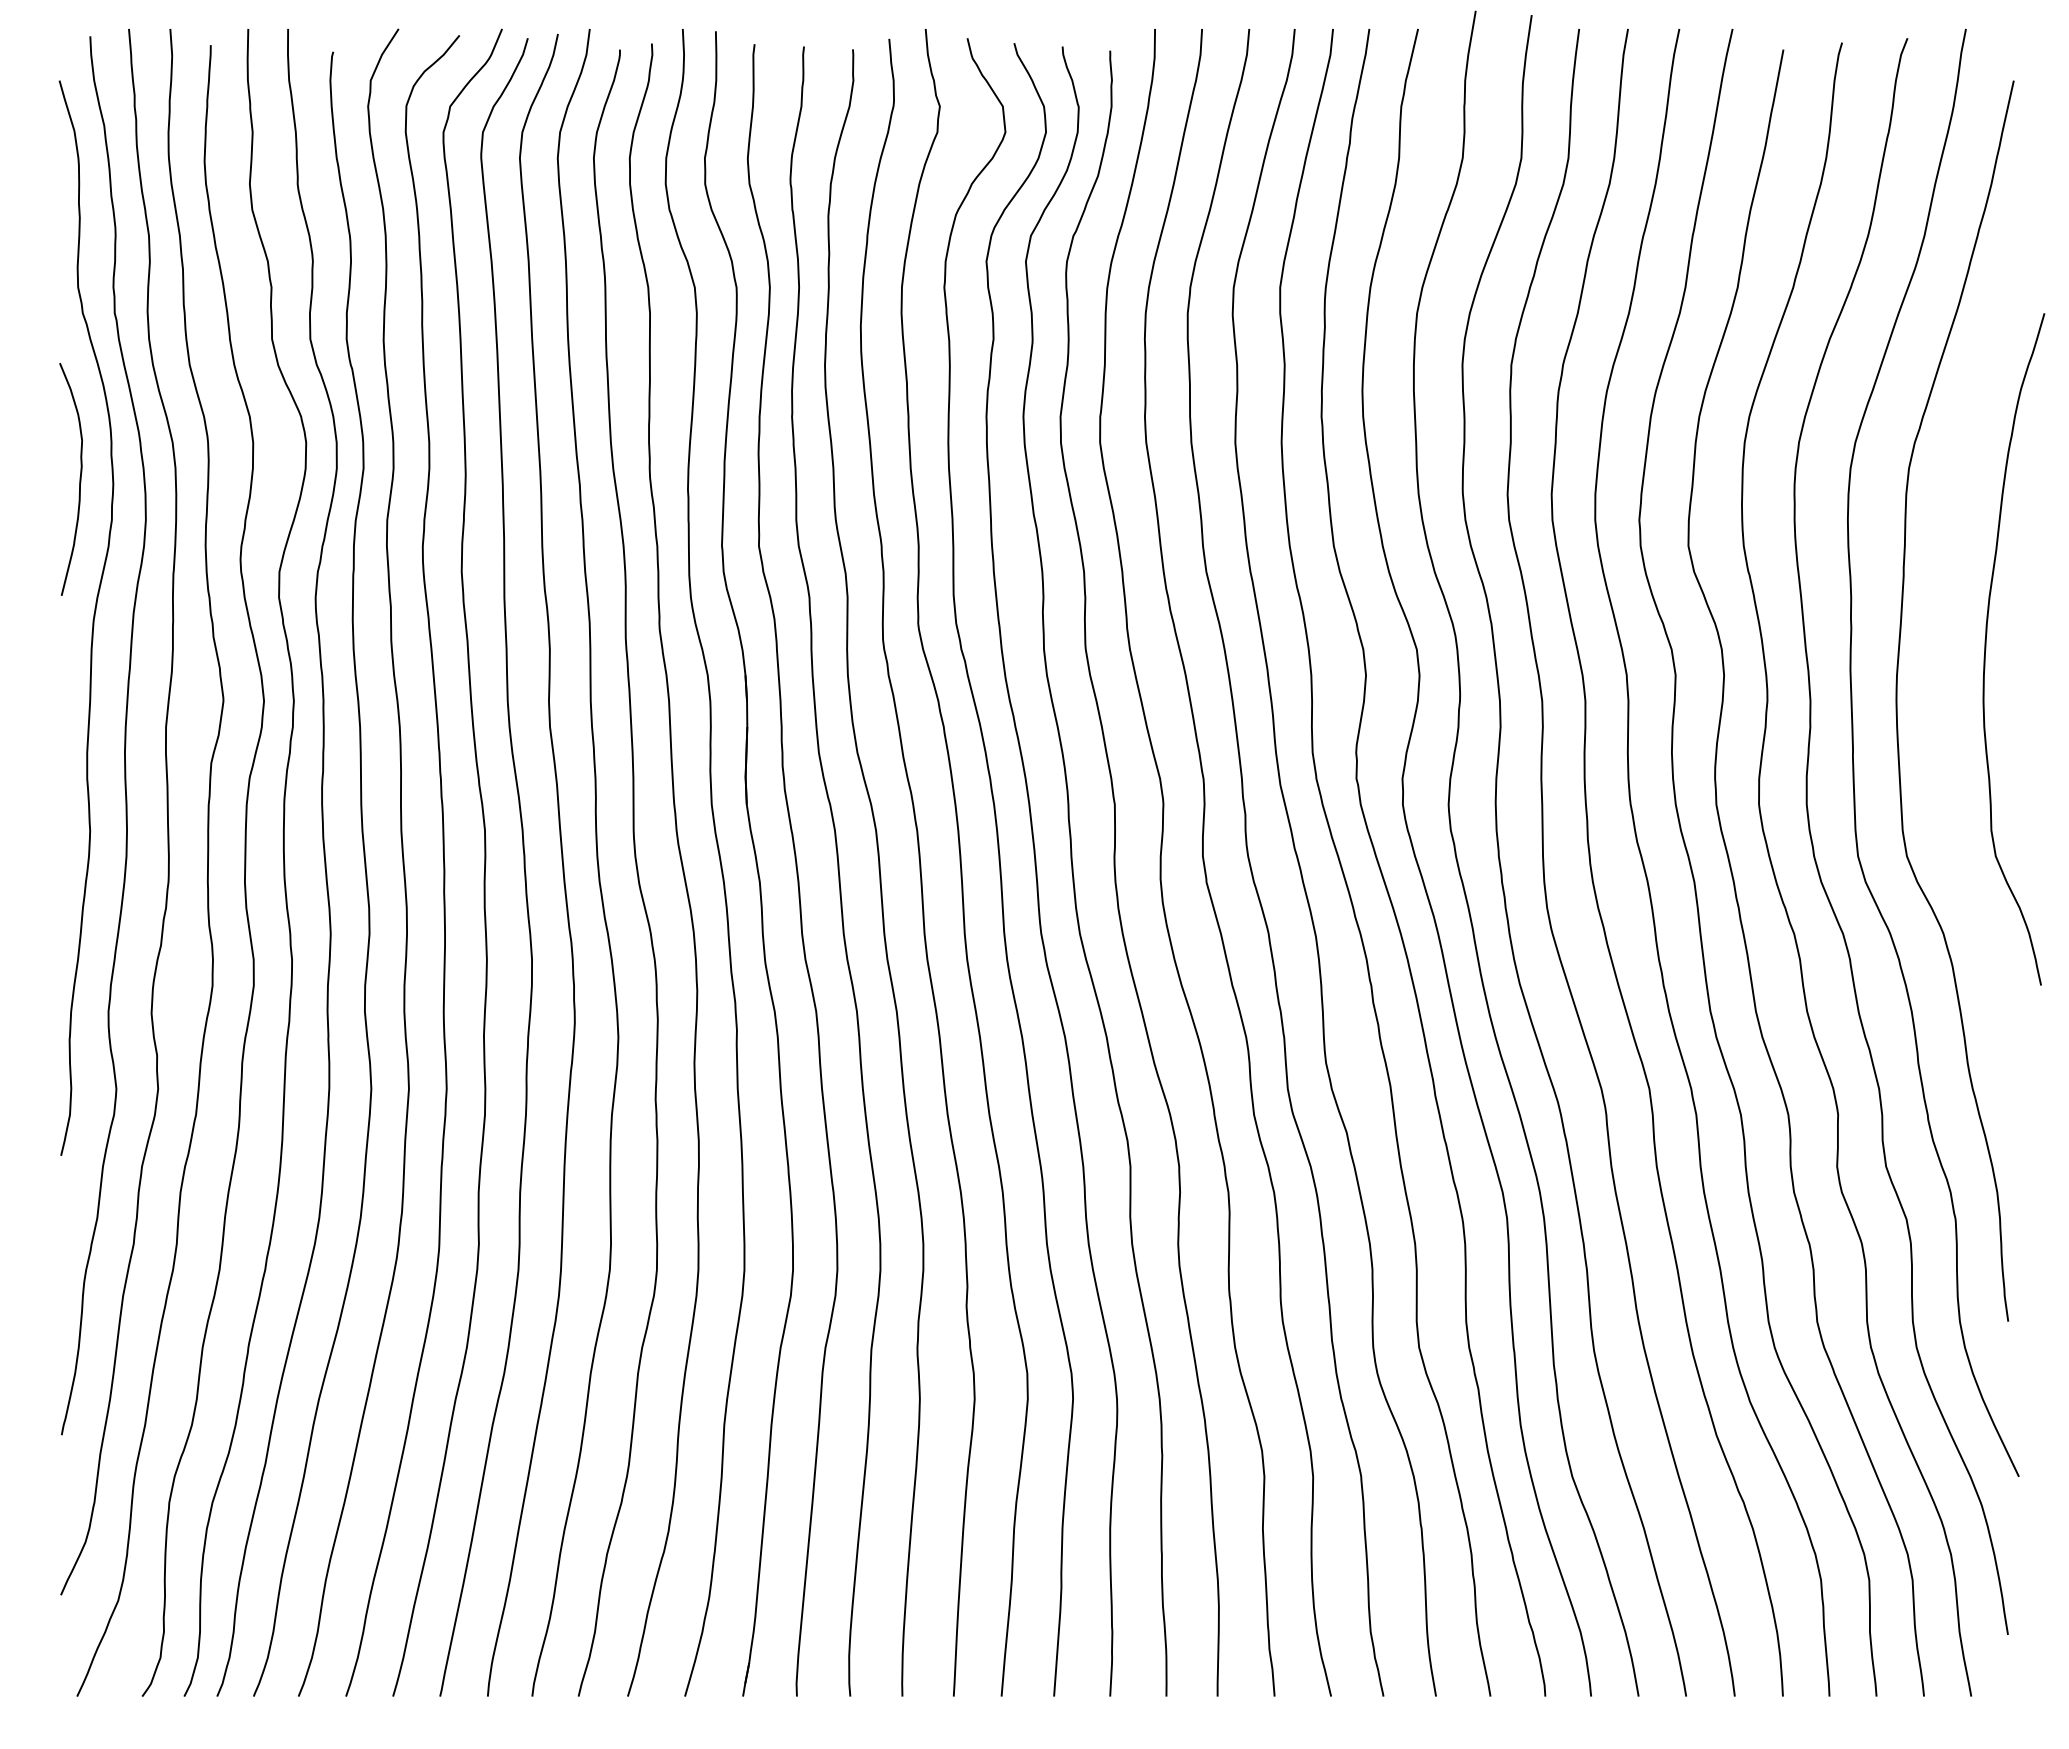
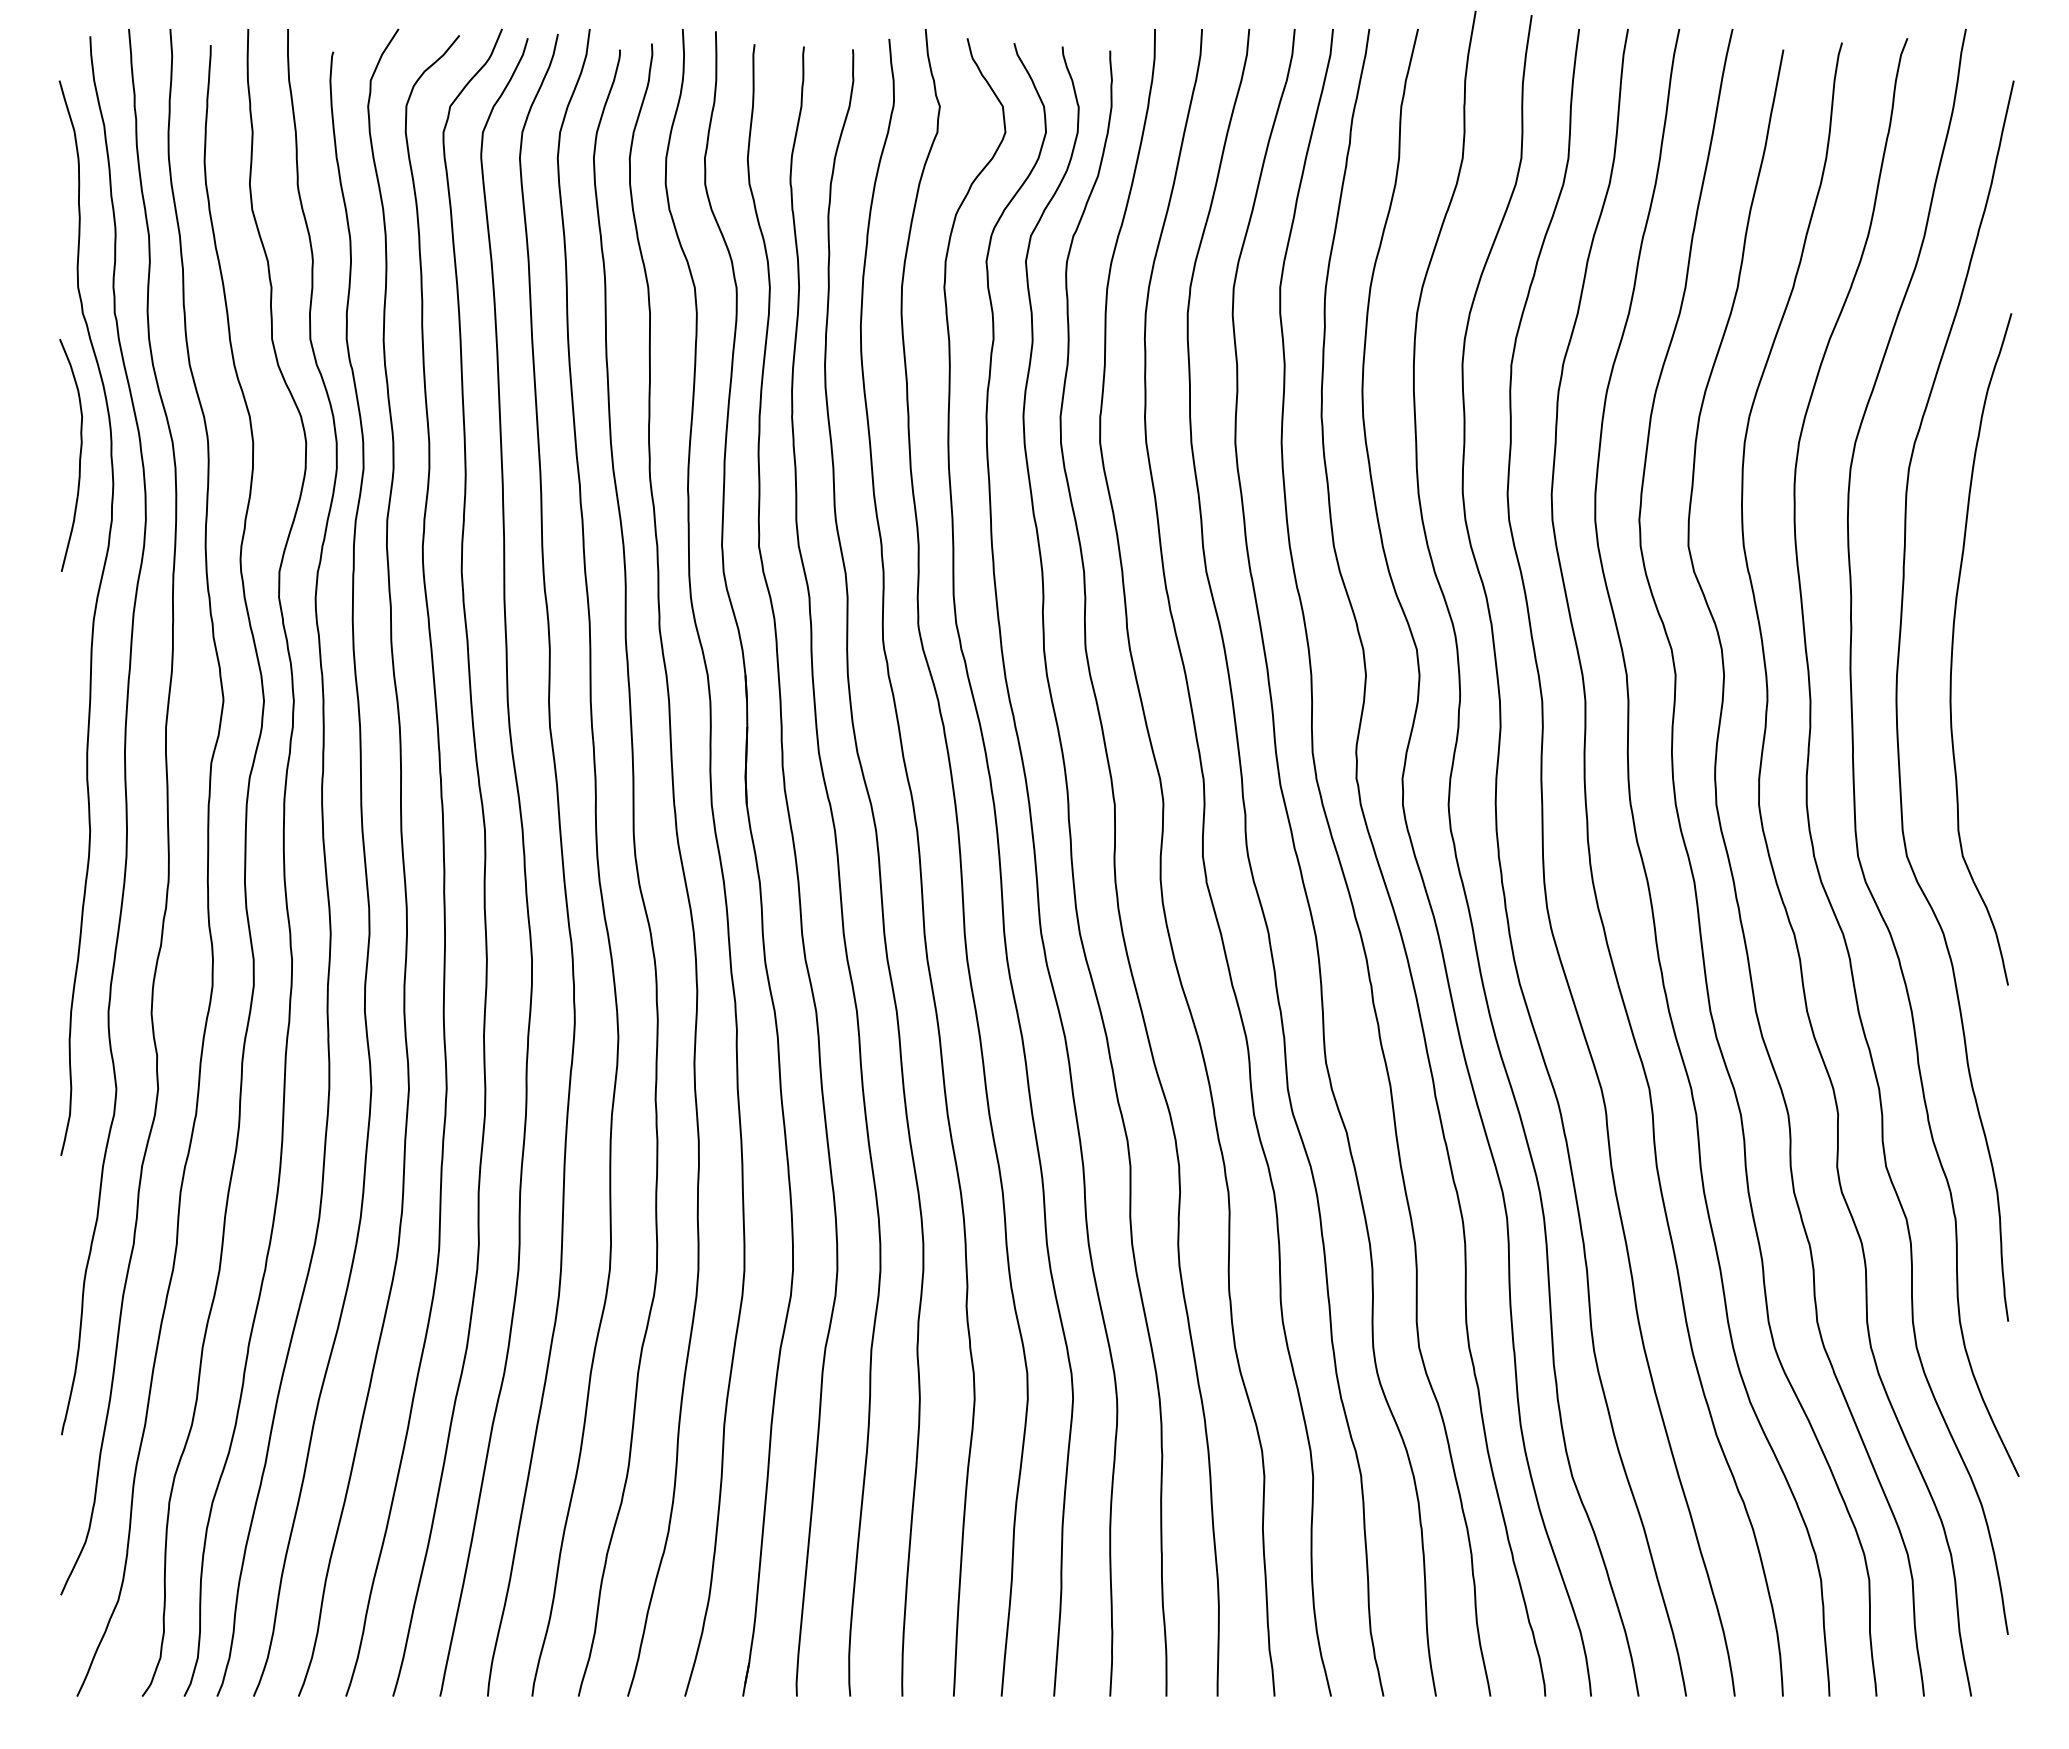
curve at (79, 479) position: (79, 479) -> (79, 455)
curve at (1986, 649) position: (1986, 649) -> (1953, 649)
